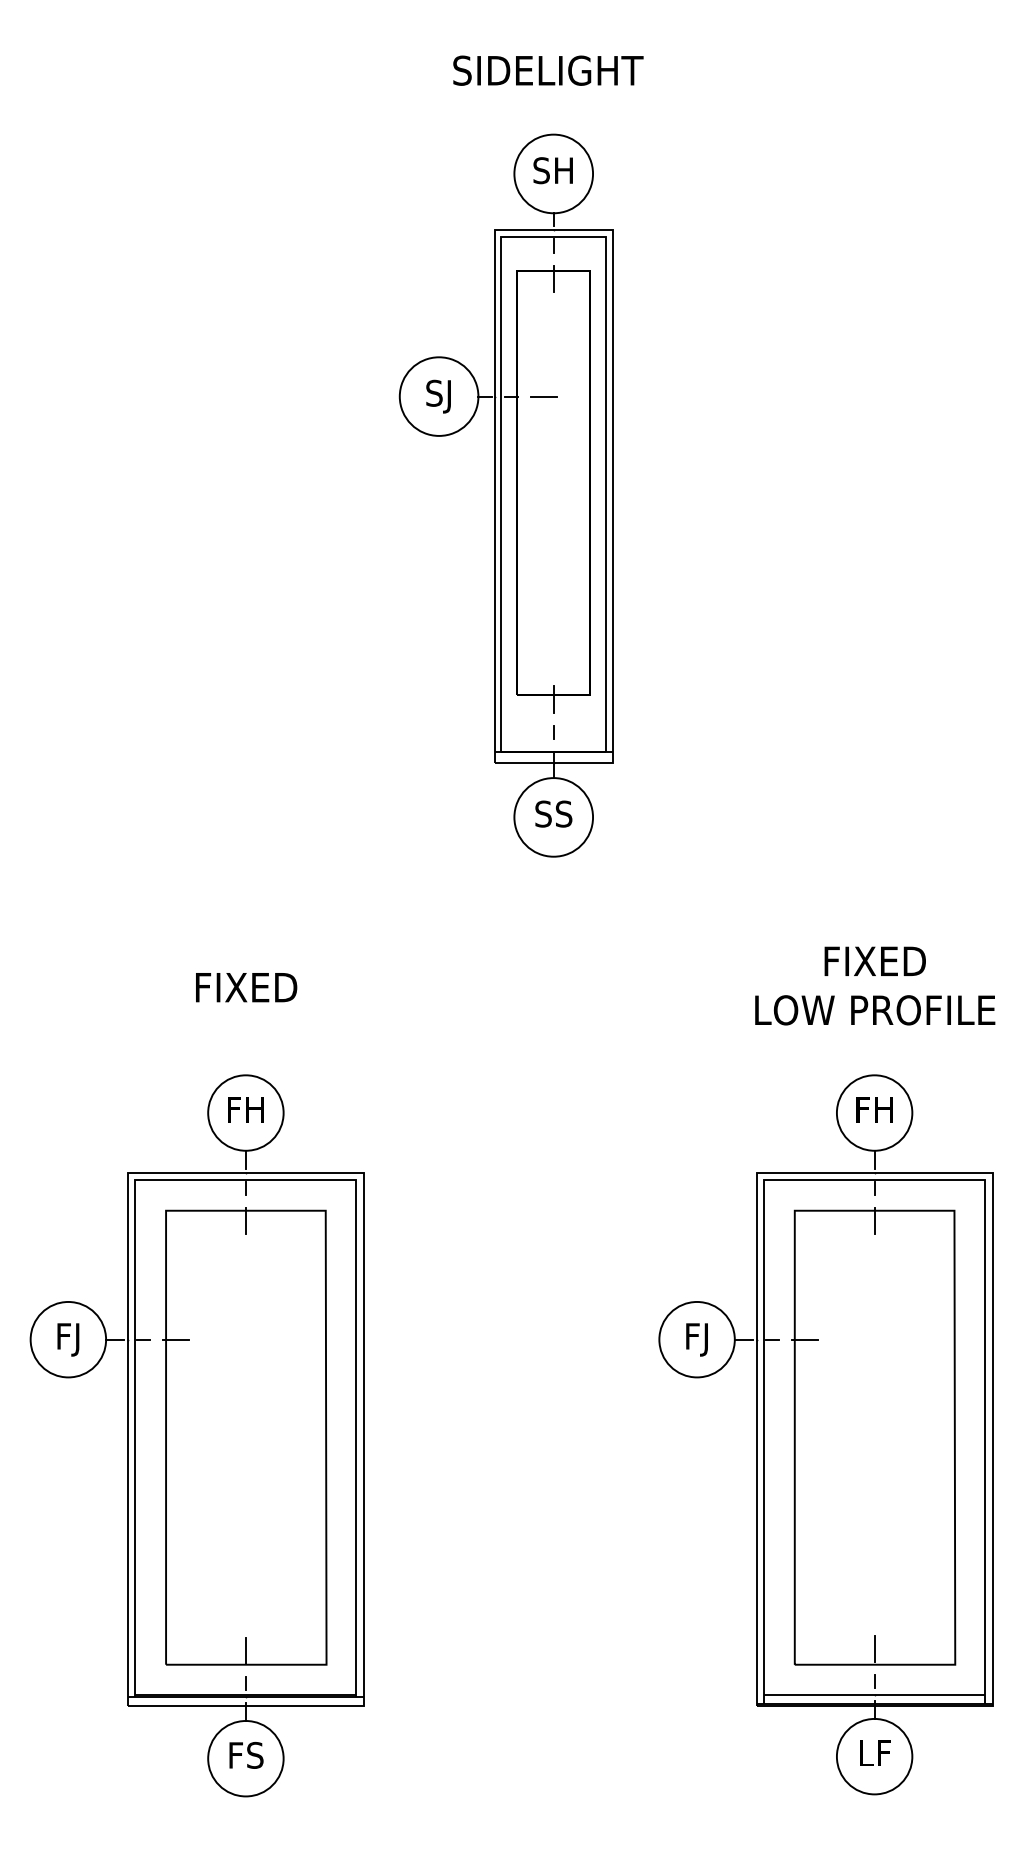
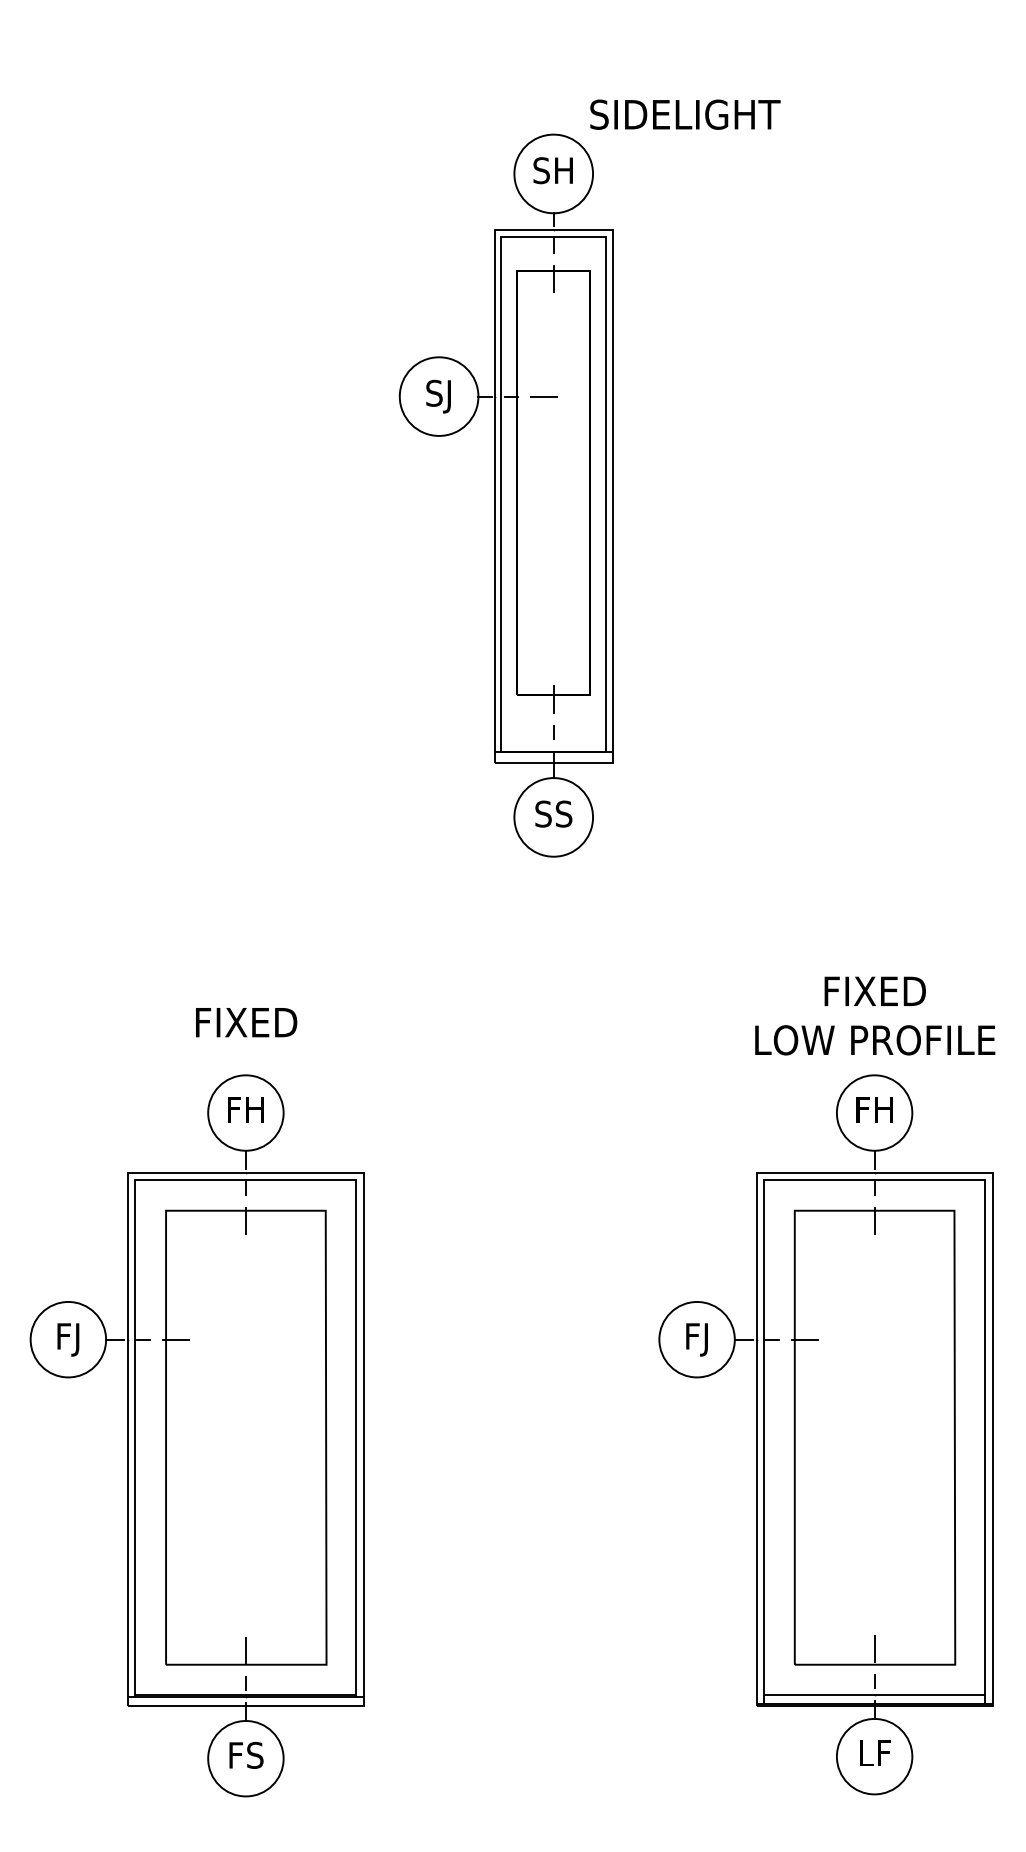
text at (548, 70) position: (548, 70) -> (685, 114)
text at (875, 985) position: (875, 985) -> (875, 1015)
text at (246, 987) position: (246, 987) -> (246, 1022)
